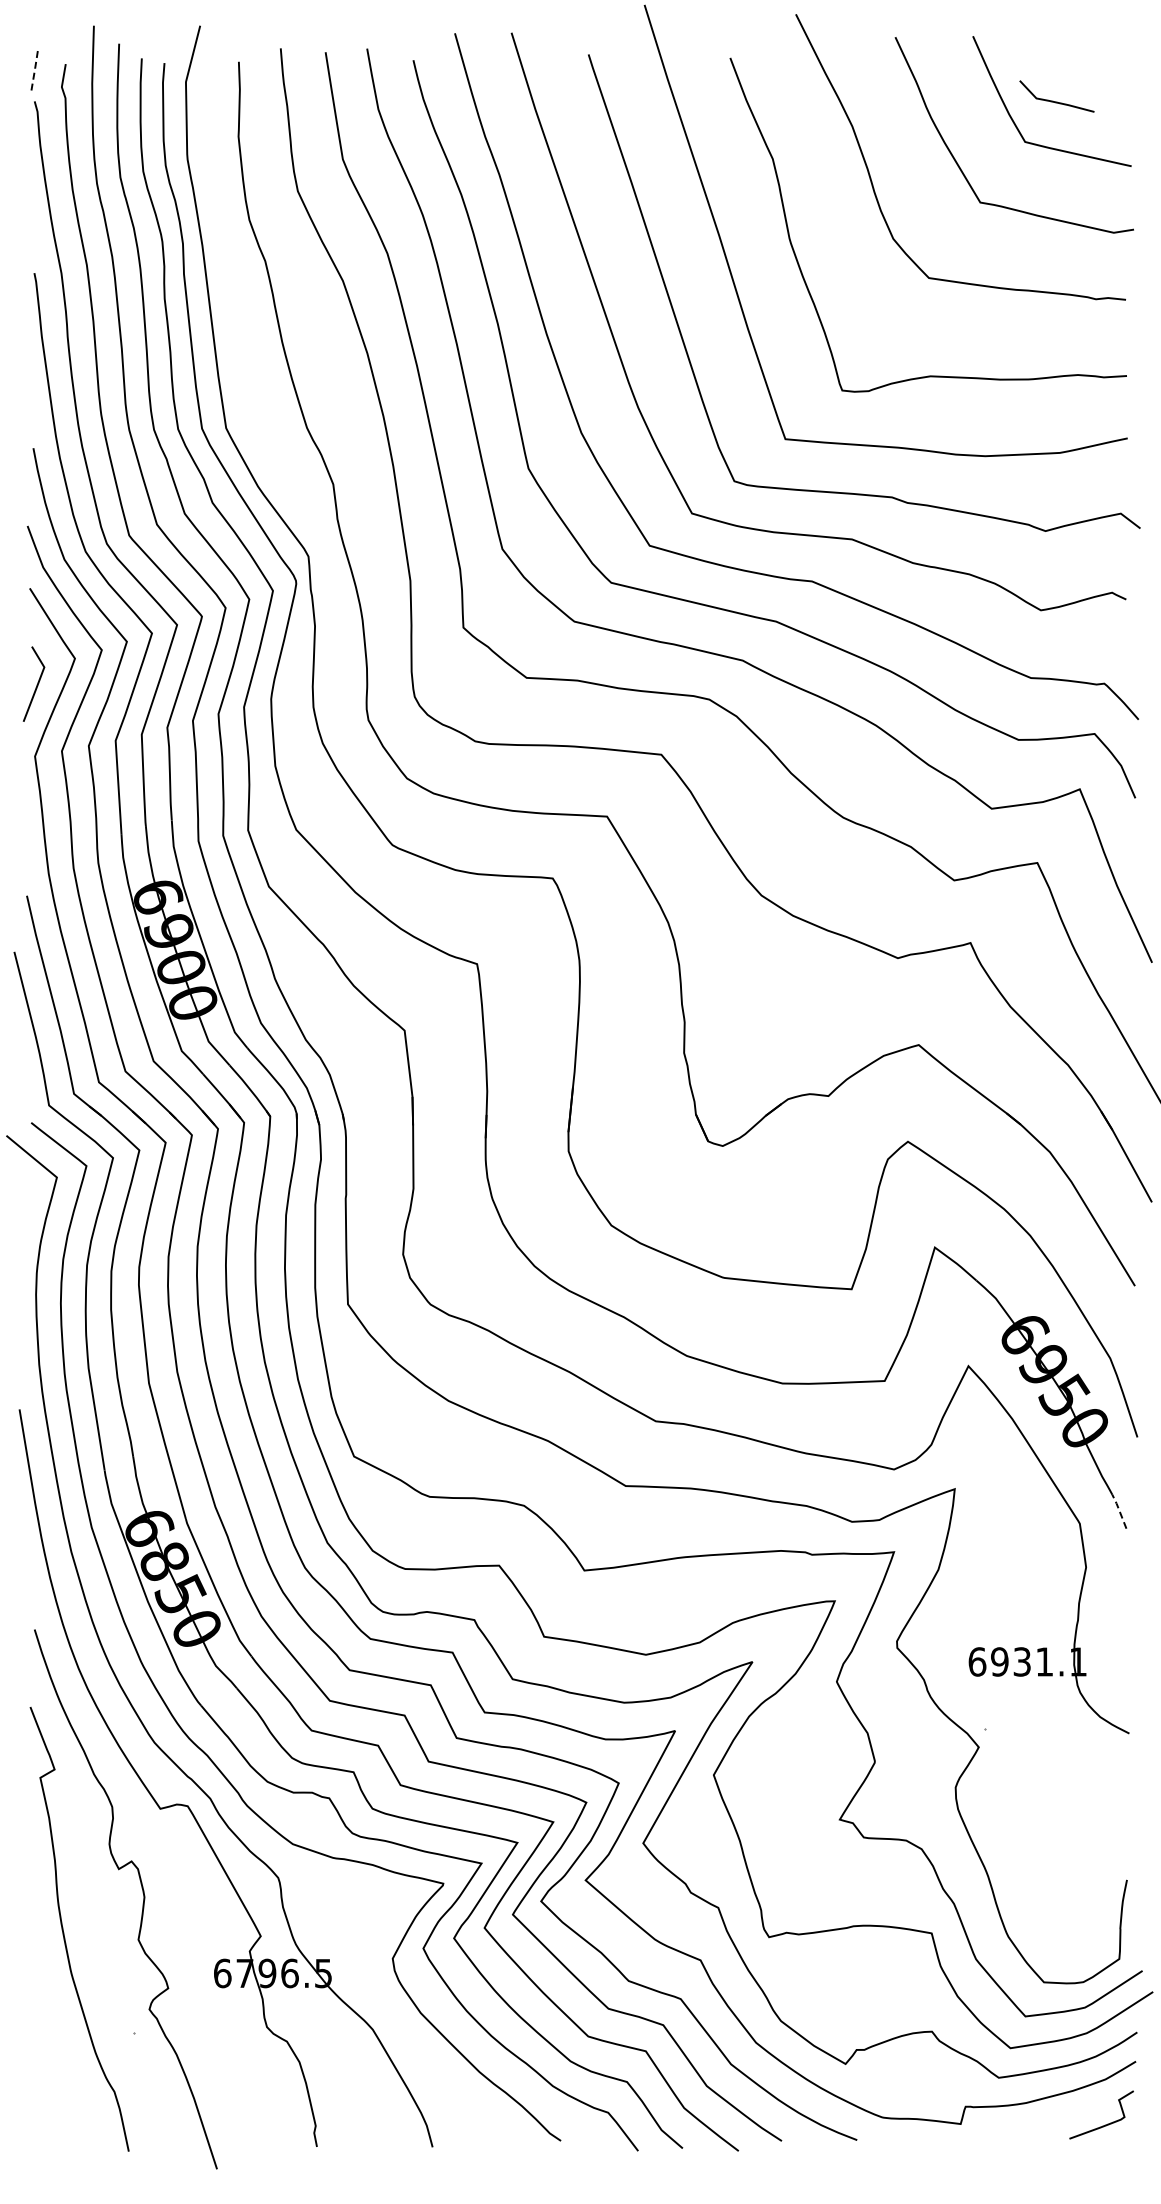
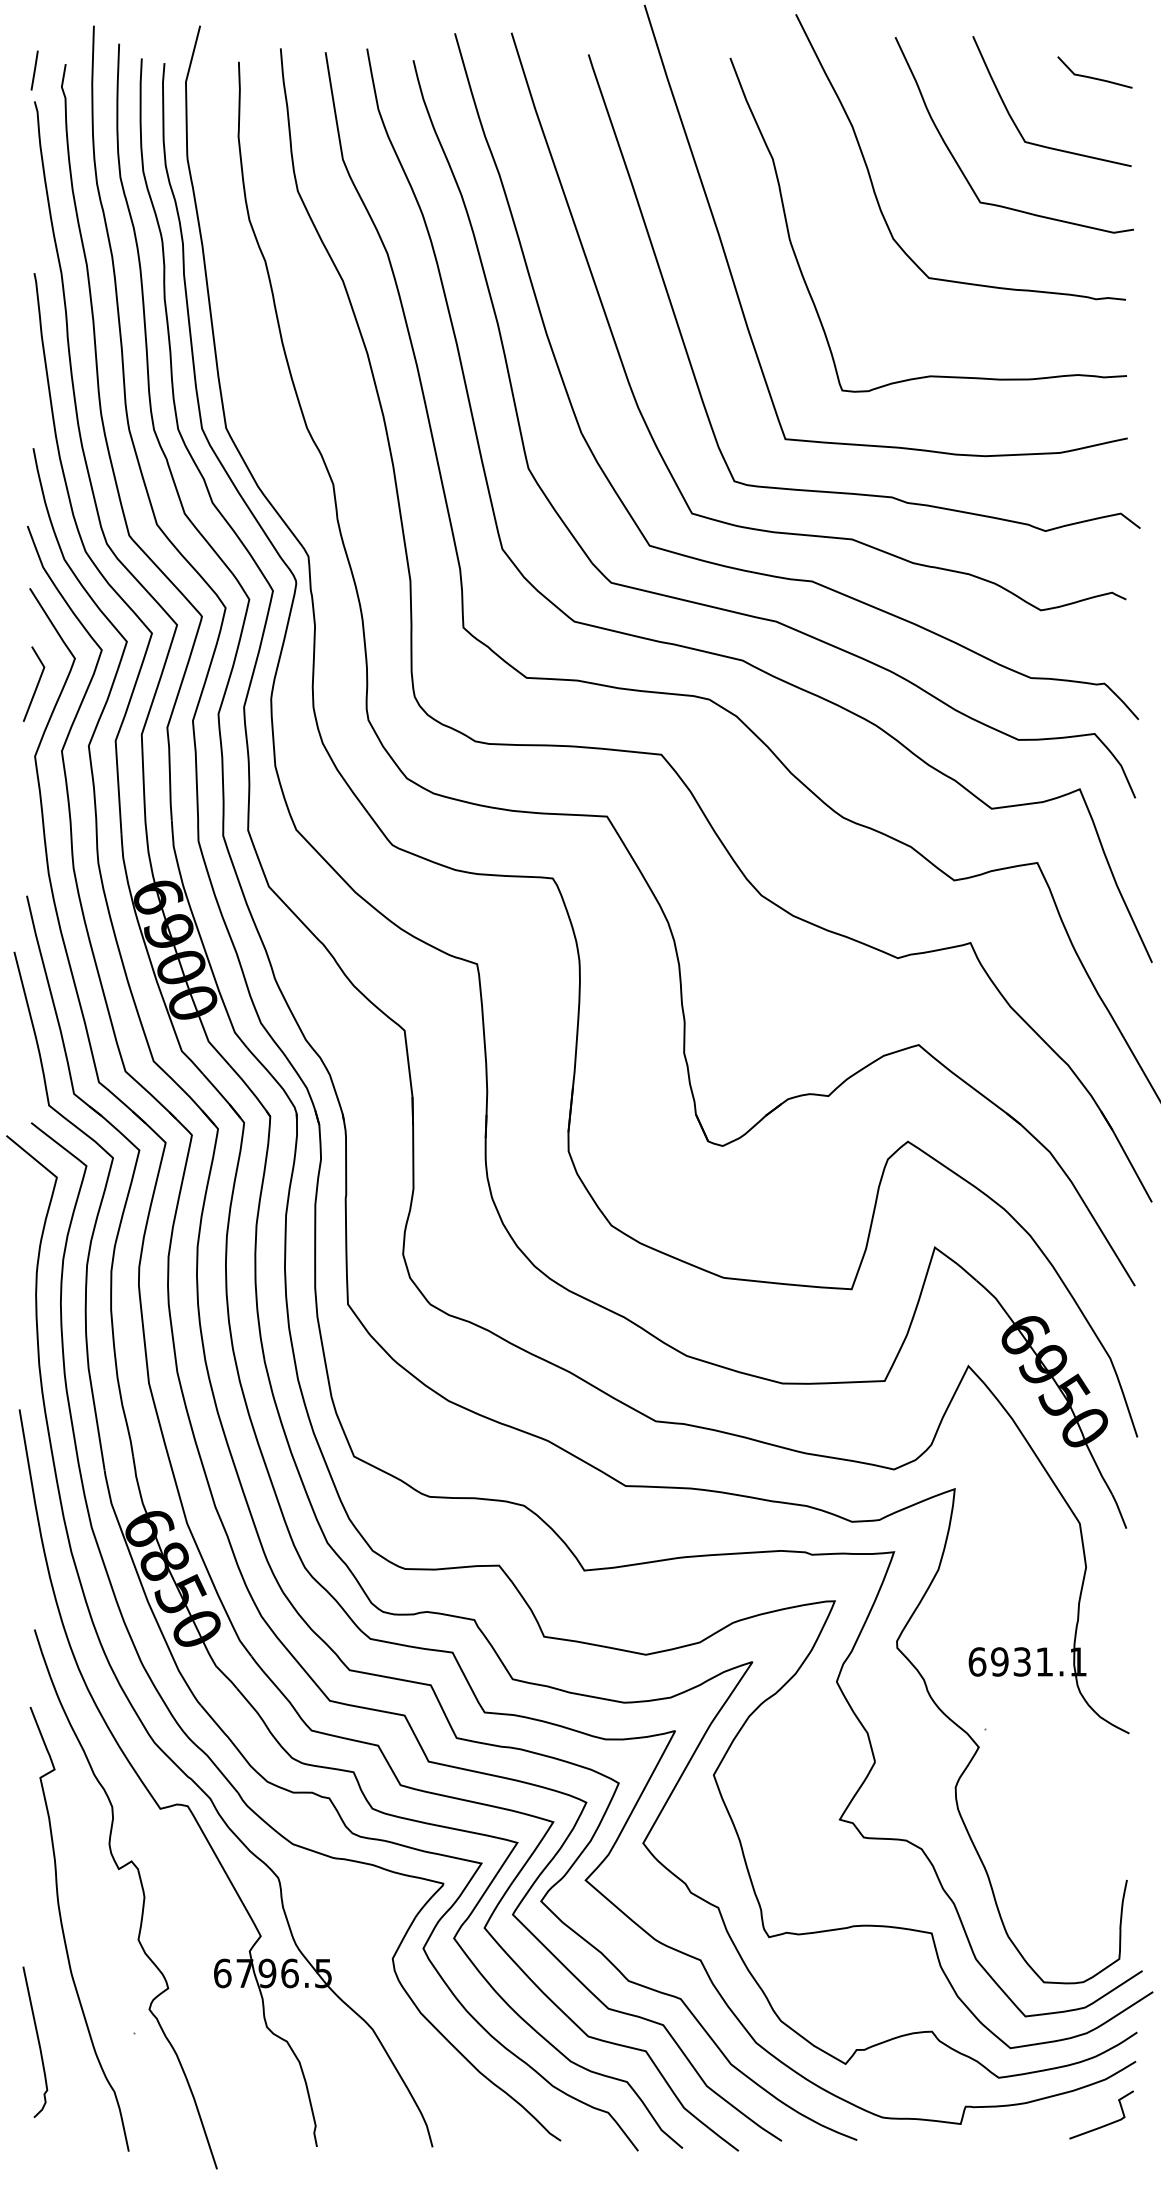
line at (34, 70): dashed -> solid
curve at (1053, 100) position: (1053, 100) -> (1091, 76)
line at (1119, 1510): dashed -> solid
curve at (37, 2040): none -> present
